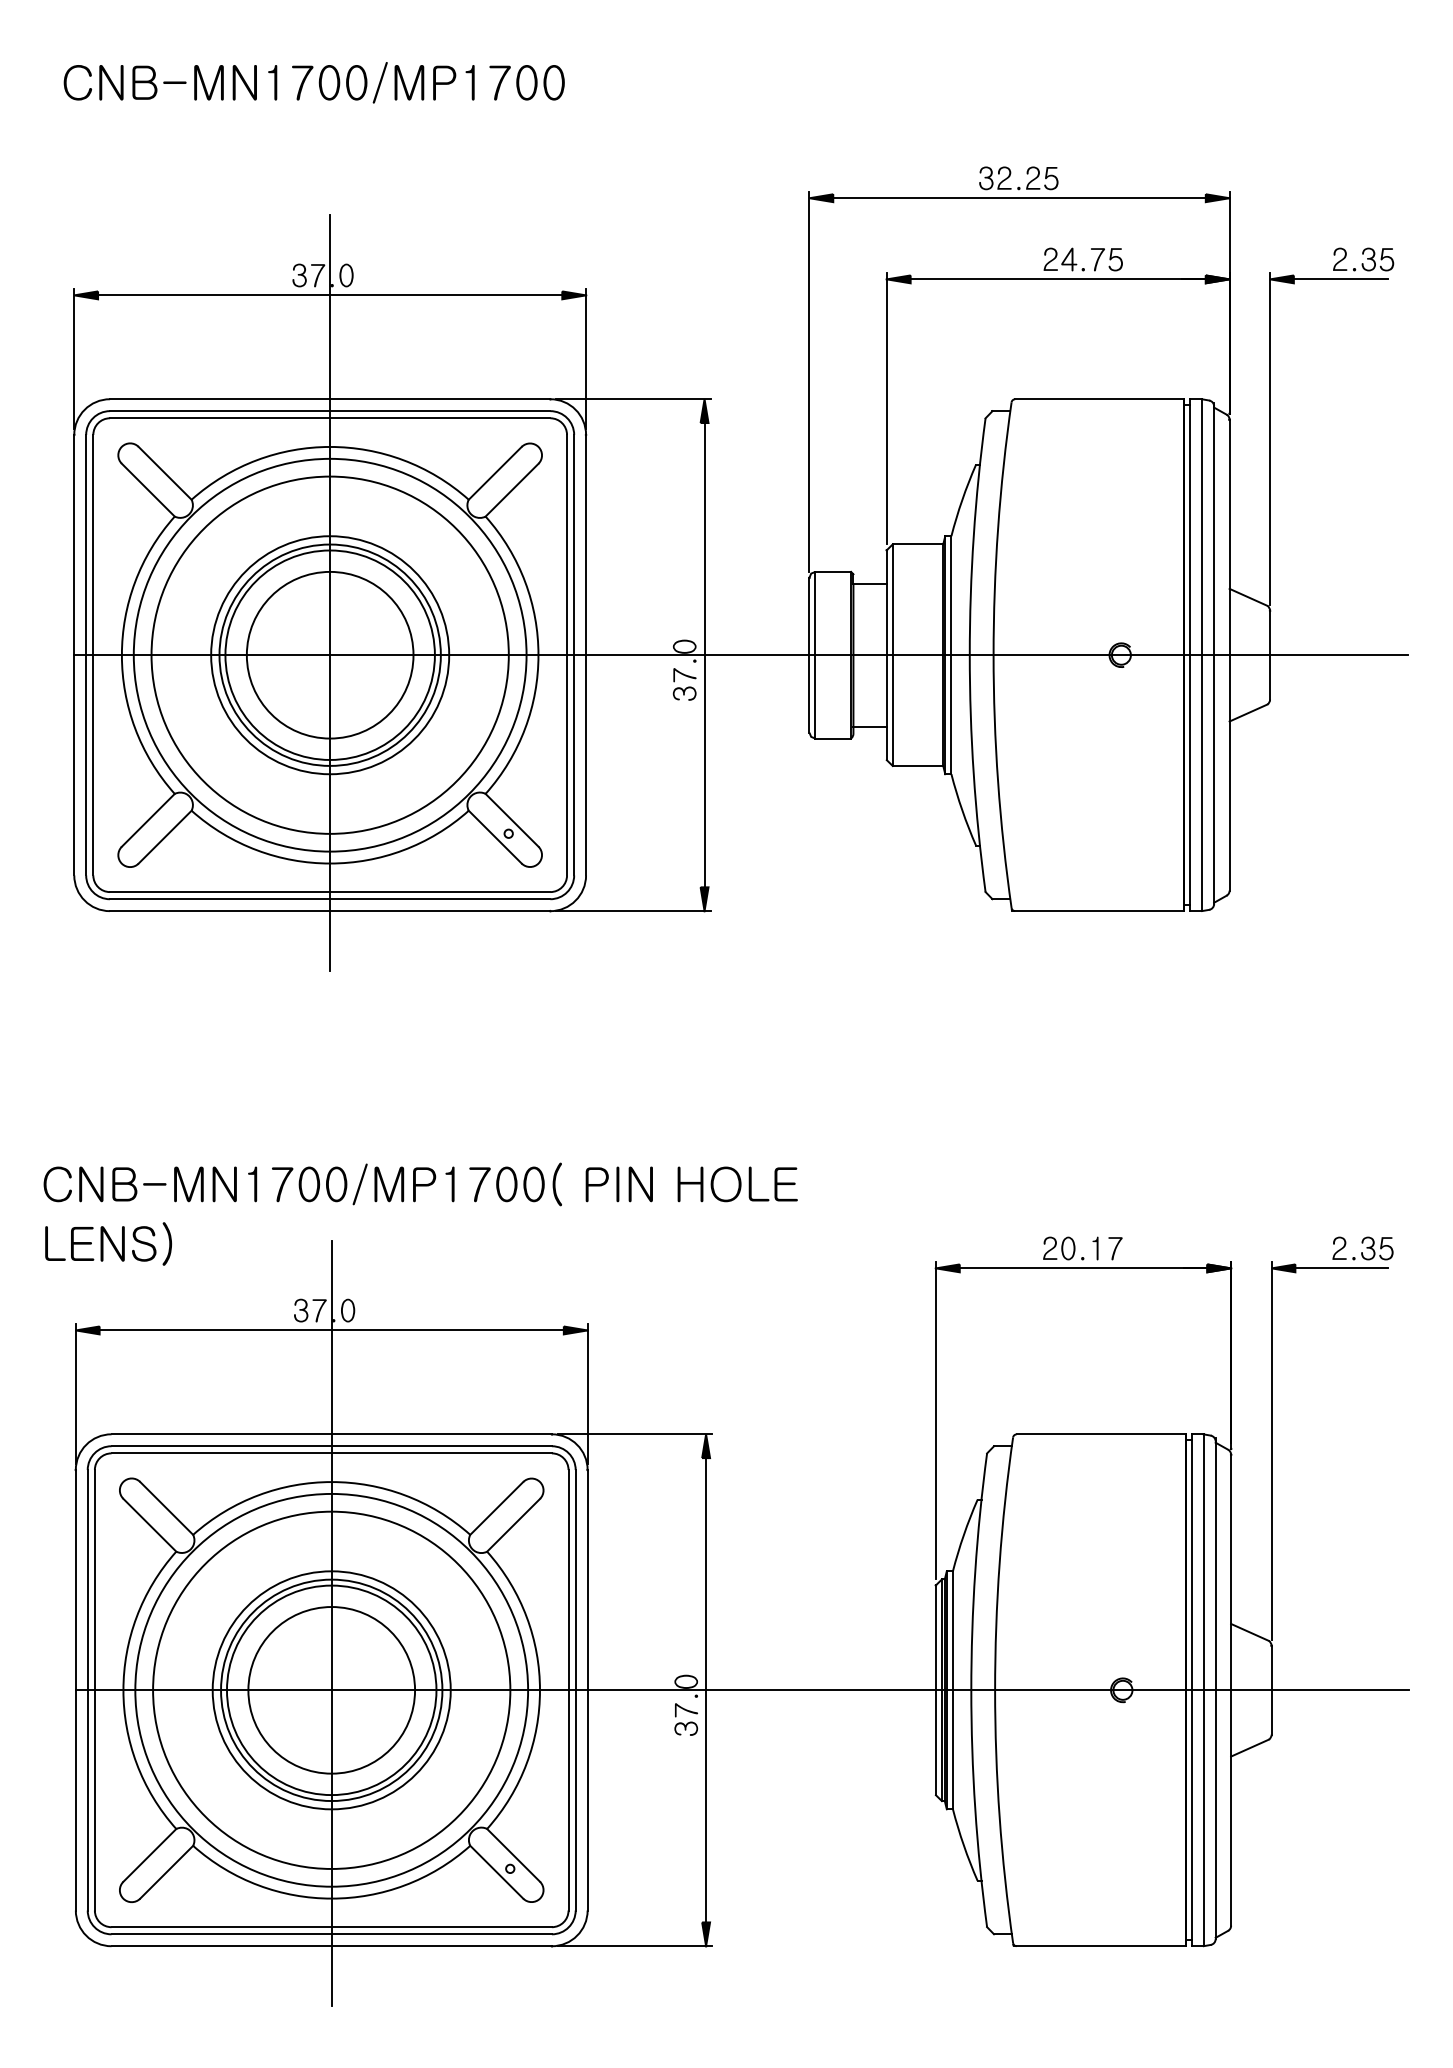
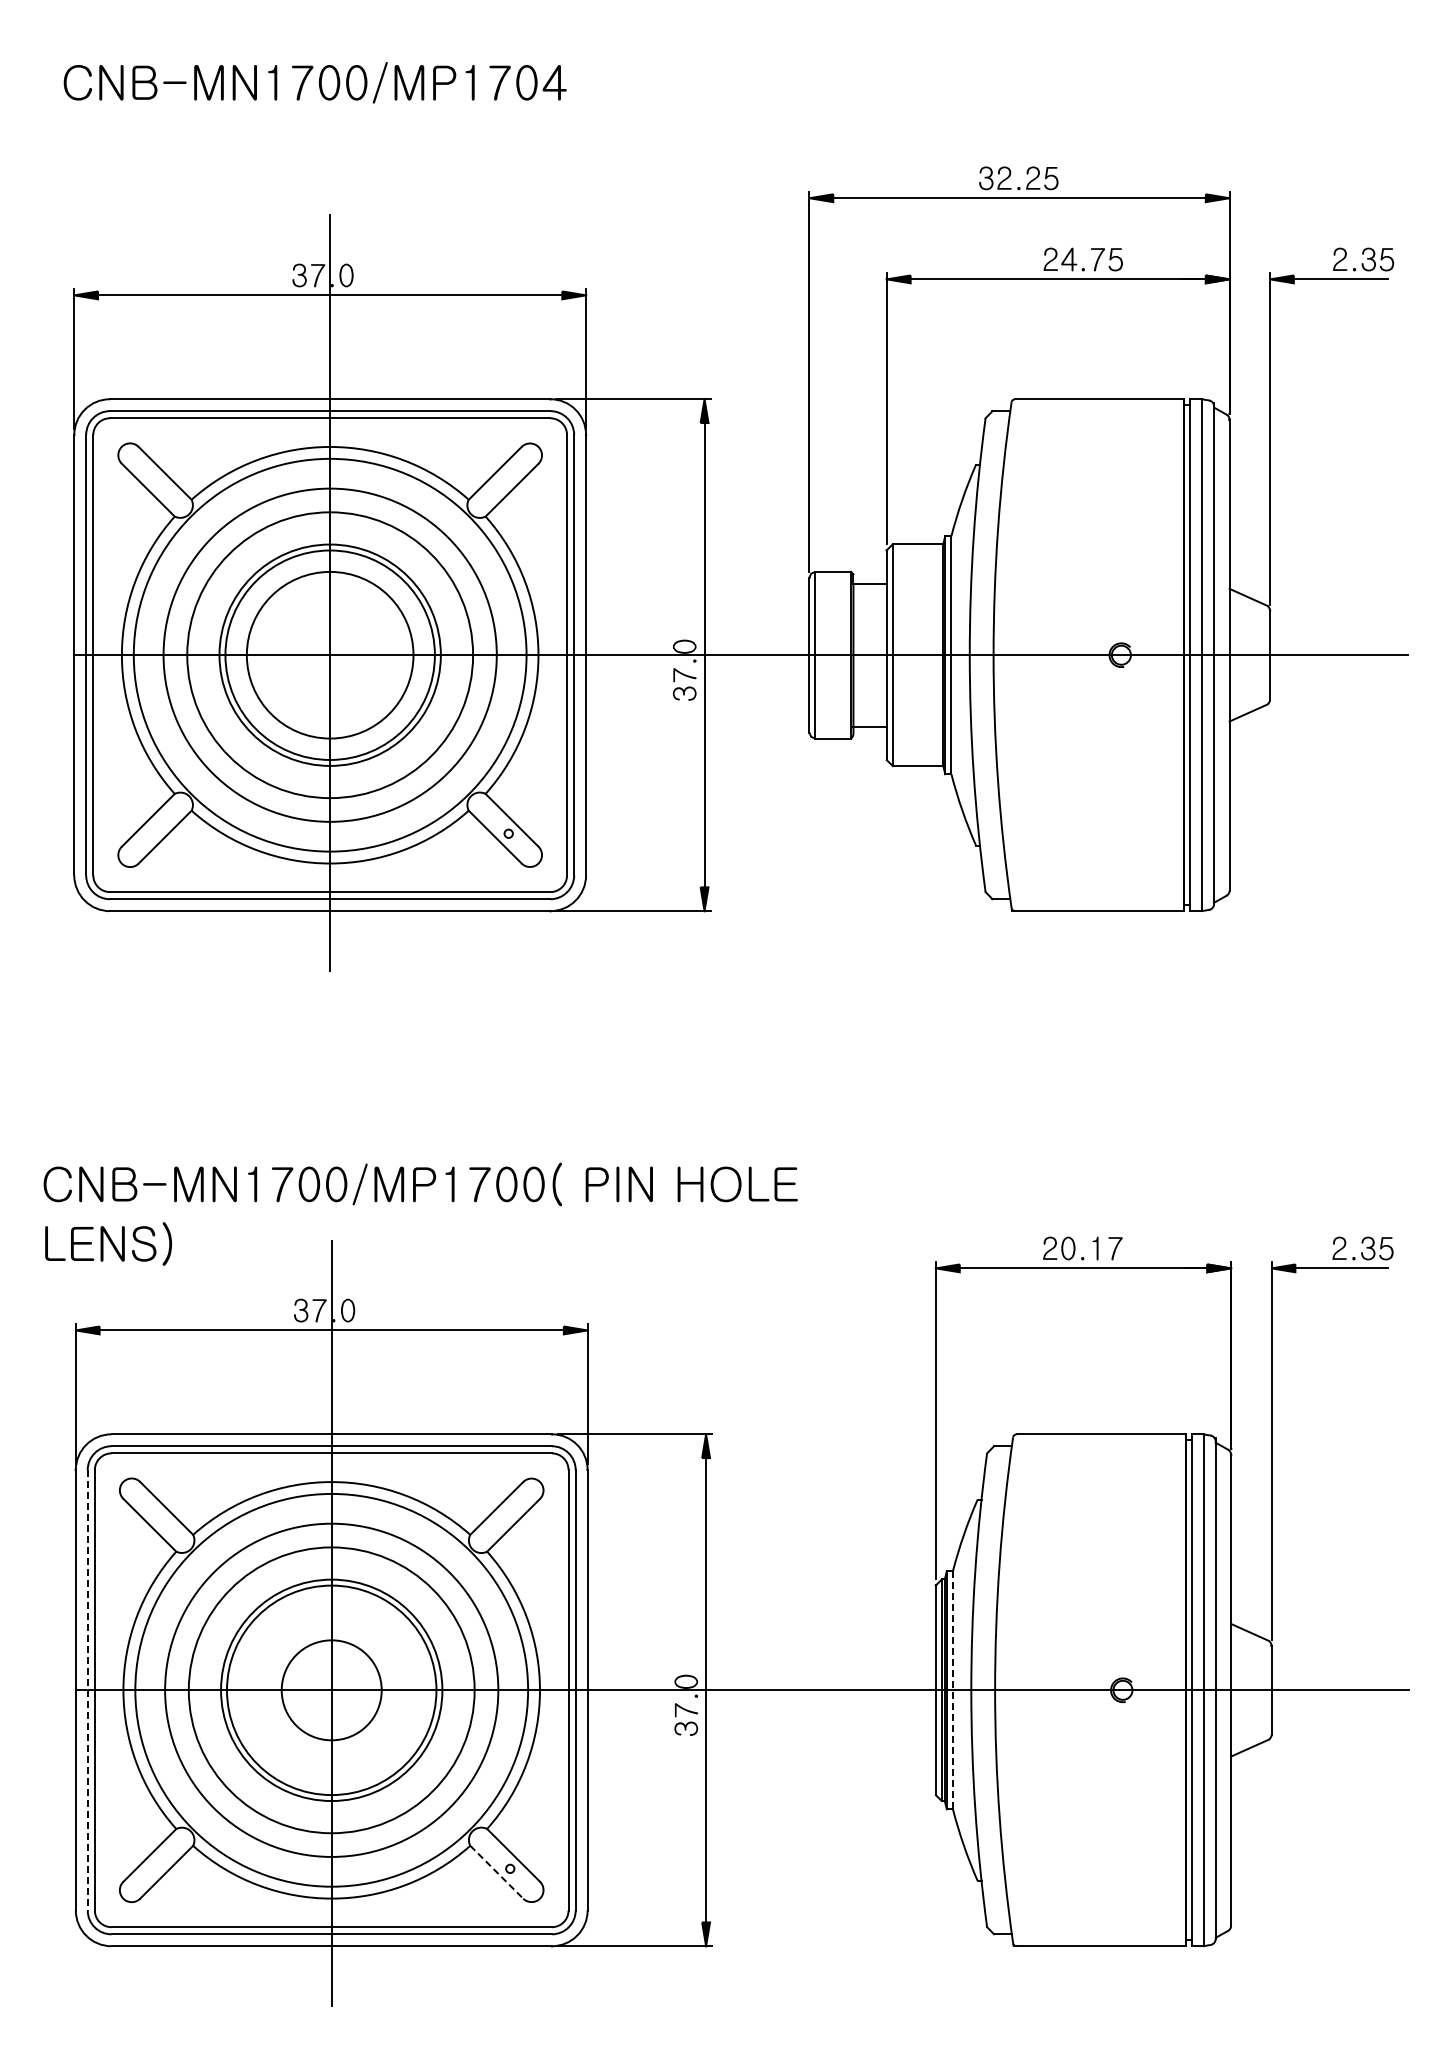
text at (554, 82): CNB-MN1700/MP1700 -> CNB-MN1700/MP1704
circle at (329, 654) diameter: 357 px -> 286 px
circle at (330, 655) diameter: 238 px -> 333 px
circle at (331, 1689) diameter: 357 px -> 286 px
line at (952, 1689): solid -> dashed
line at (87, 1690): solid -> dashed
circle at (331, 1690) diameter: 167 px -> 100 px
circle at (331, 1690) diameter: 238 px -> 333 px
line at (497, 1872): solid -> dashed
